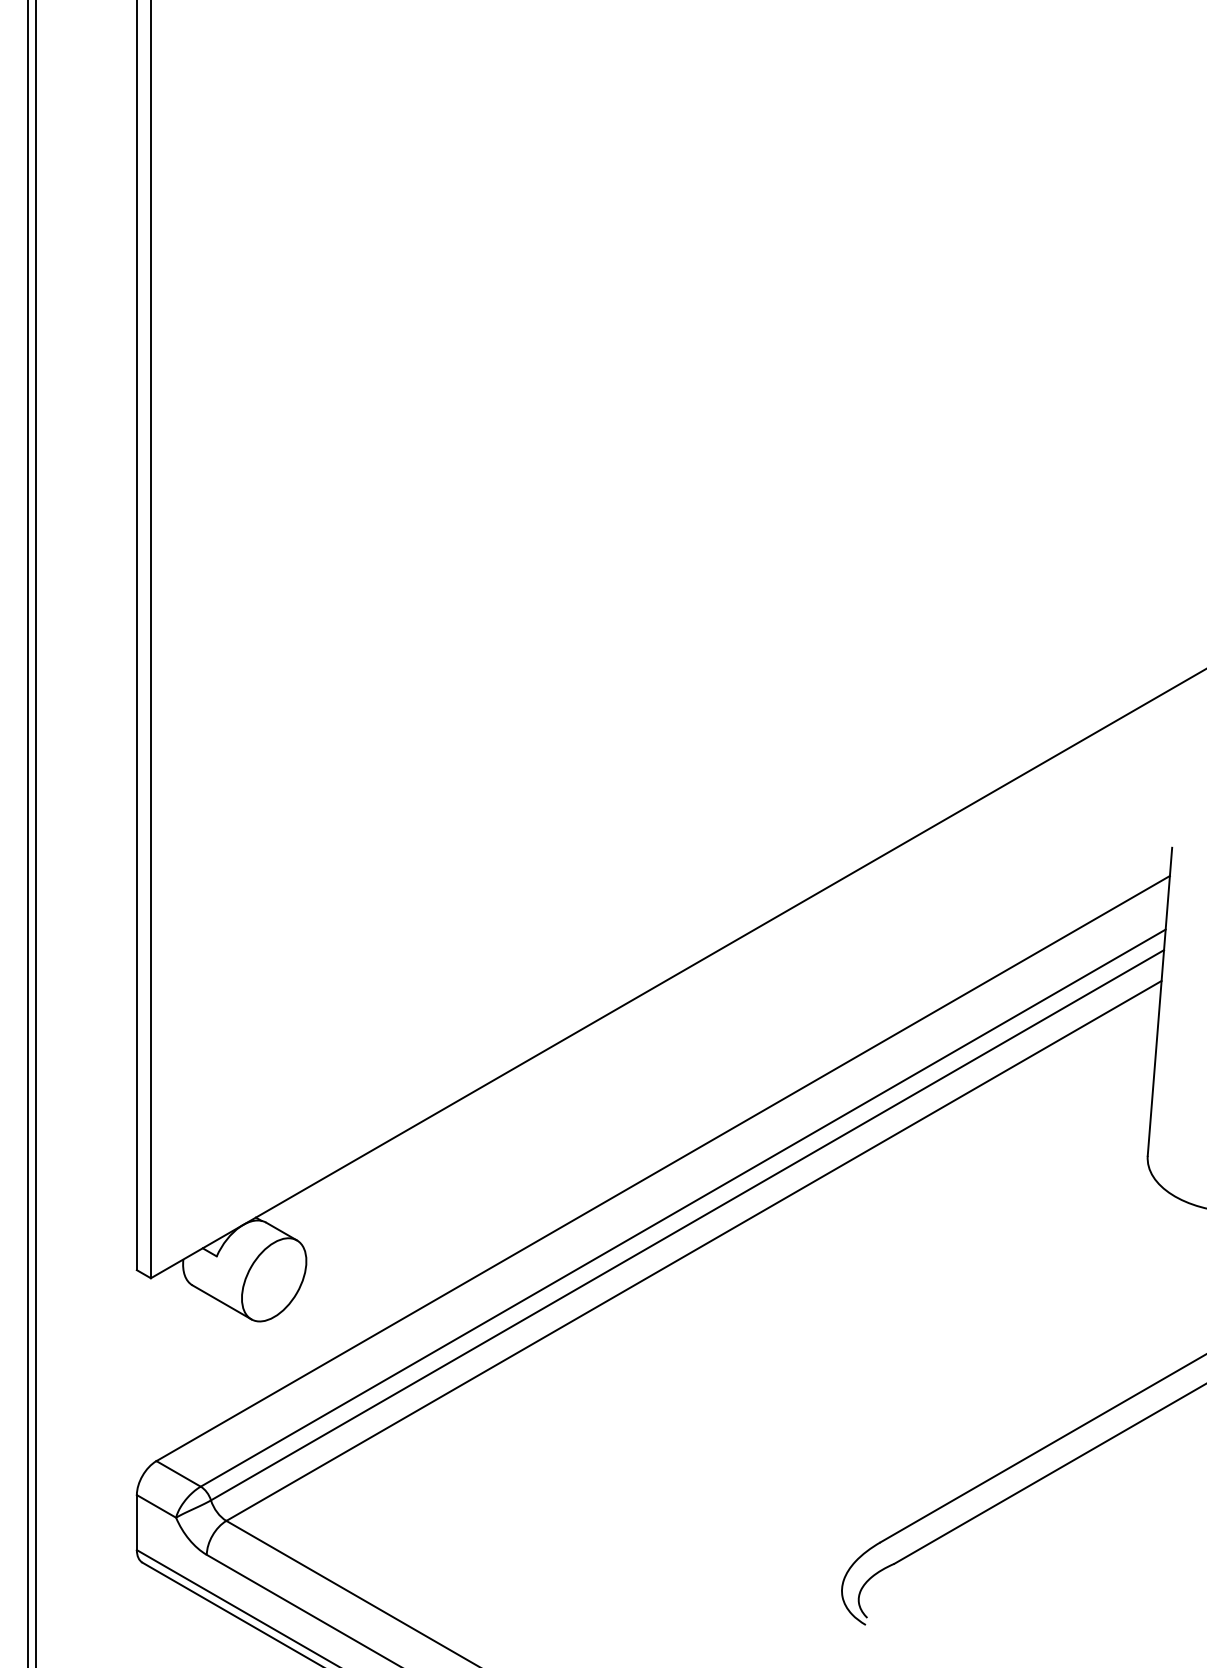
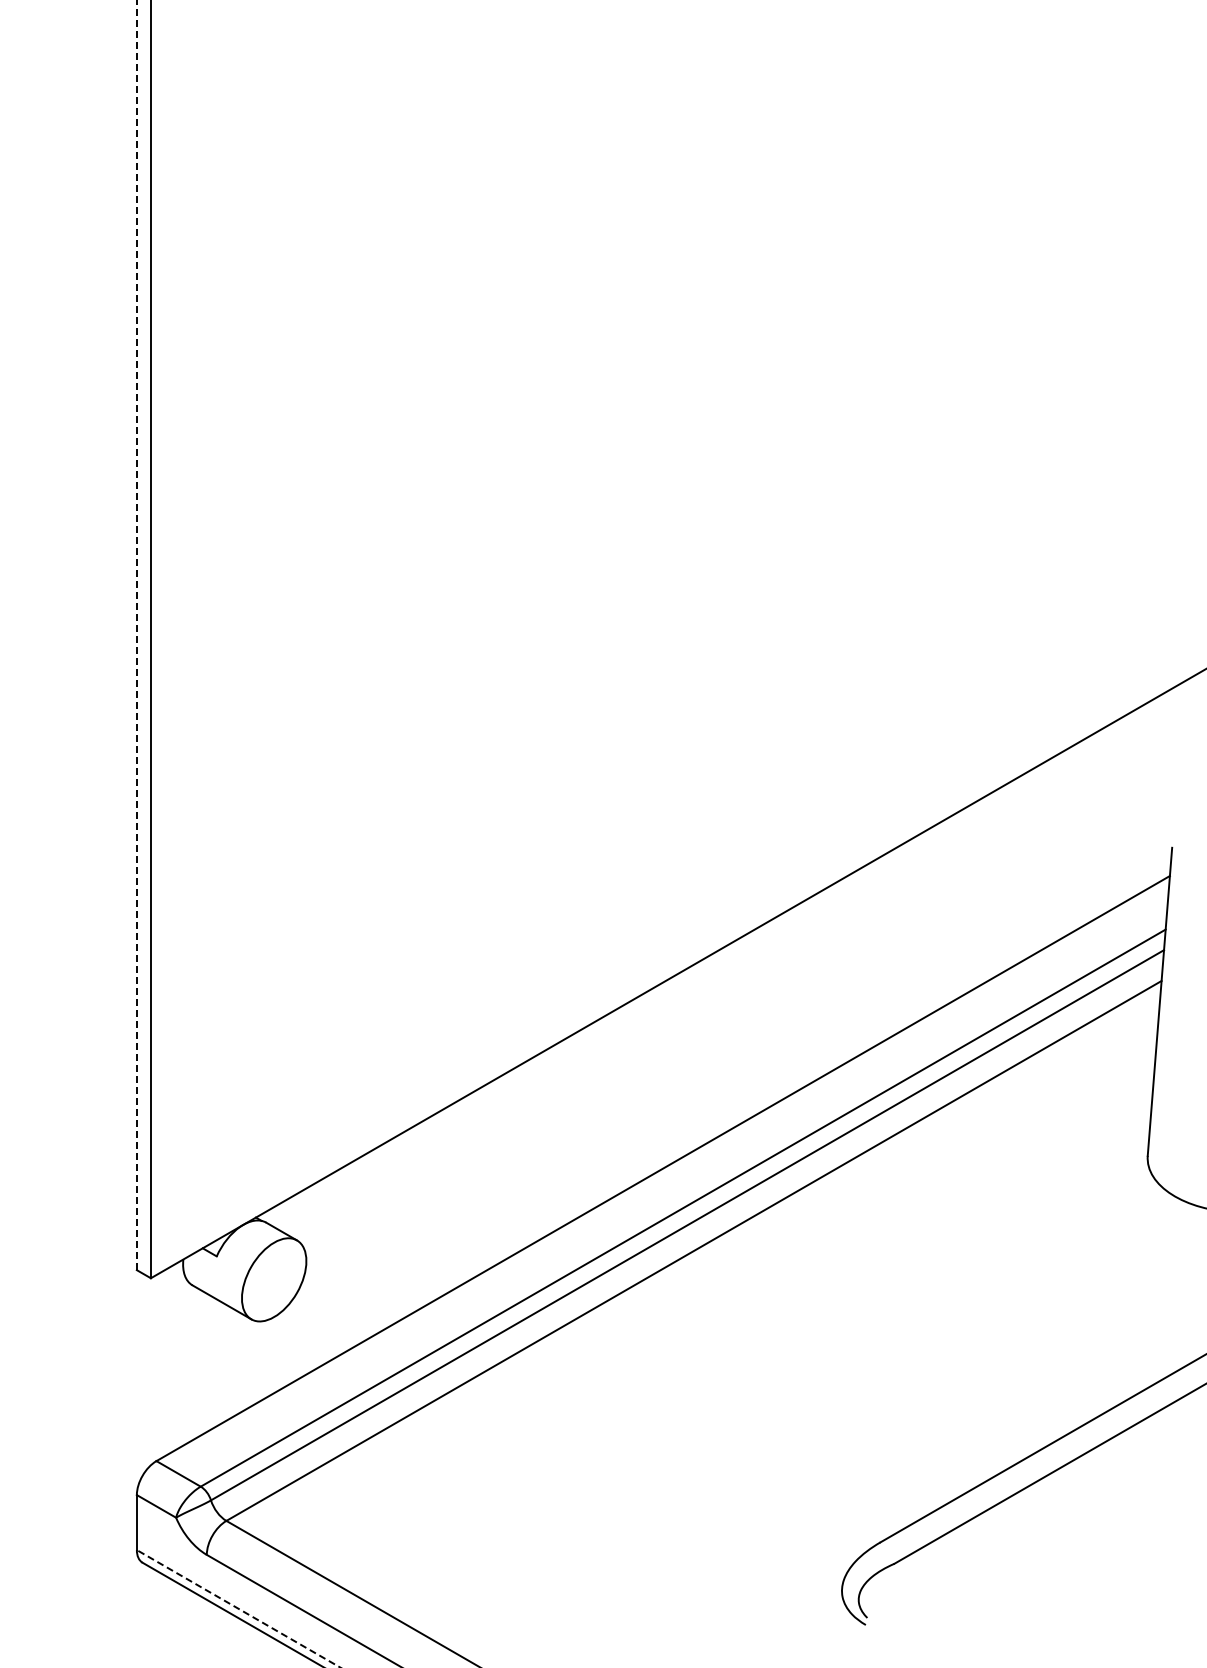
line at (136, 635): solid -> dashed
line at (27, 833): present -> none
line at (36, 833): present -> none
line at (238, 1608): solid -> dashed
